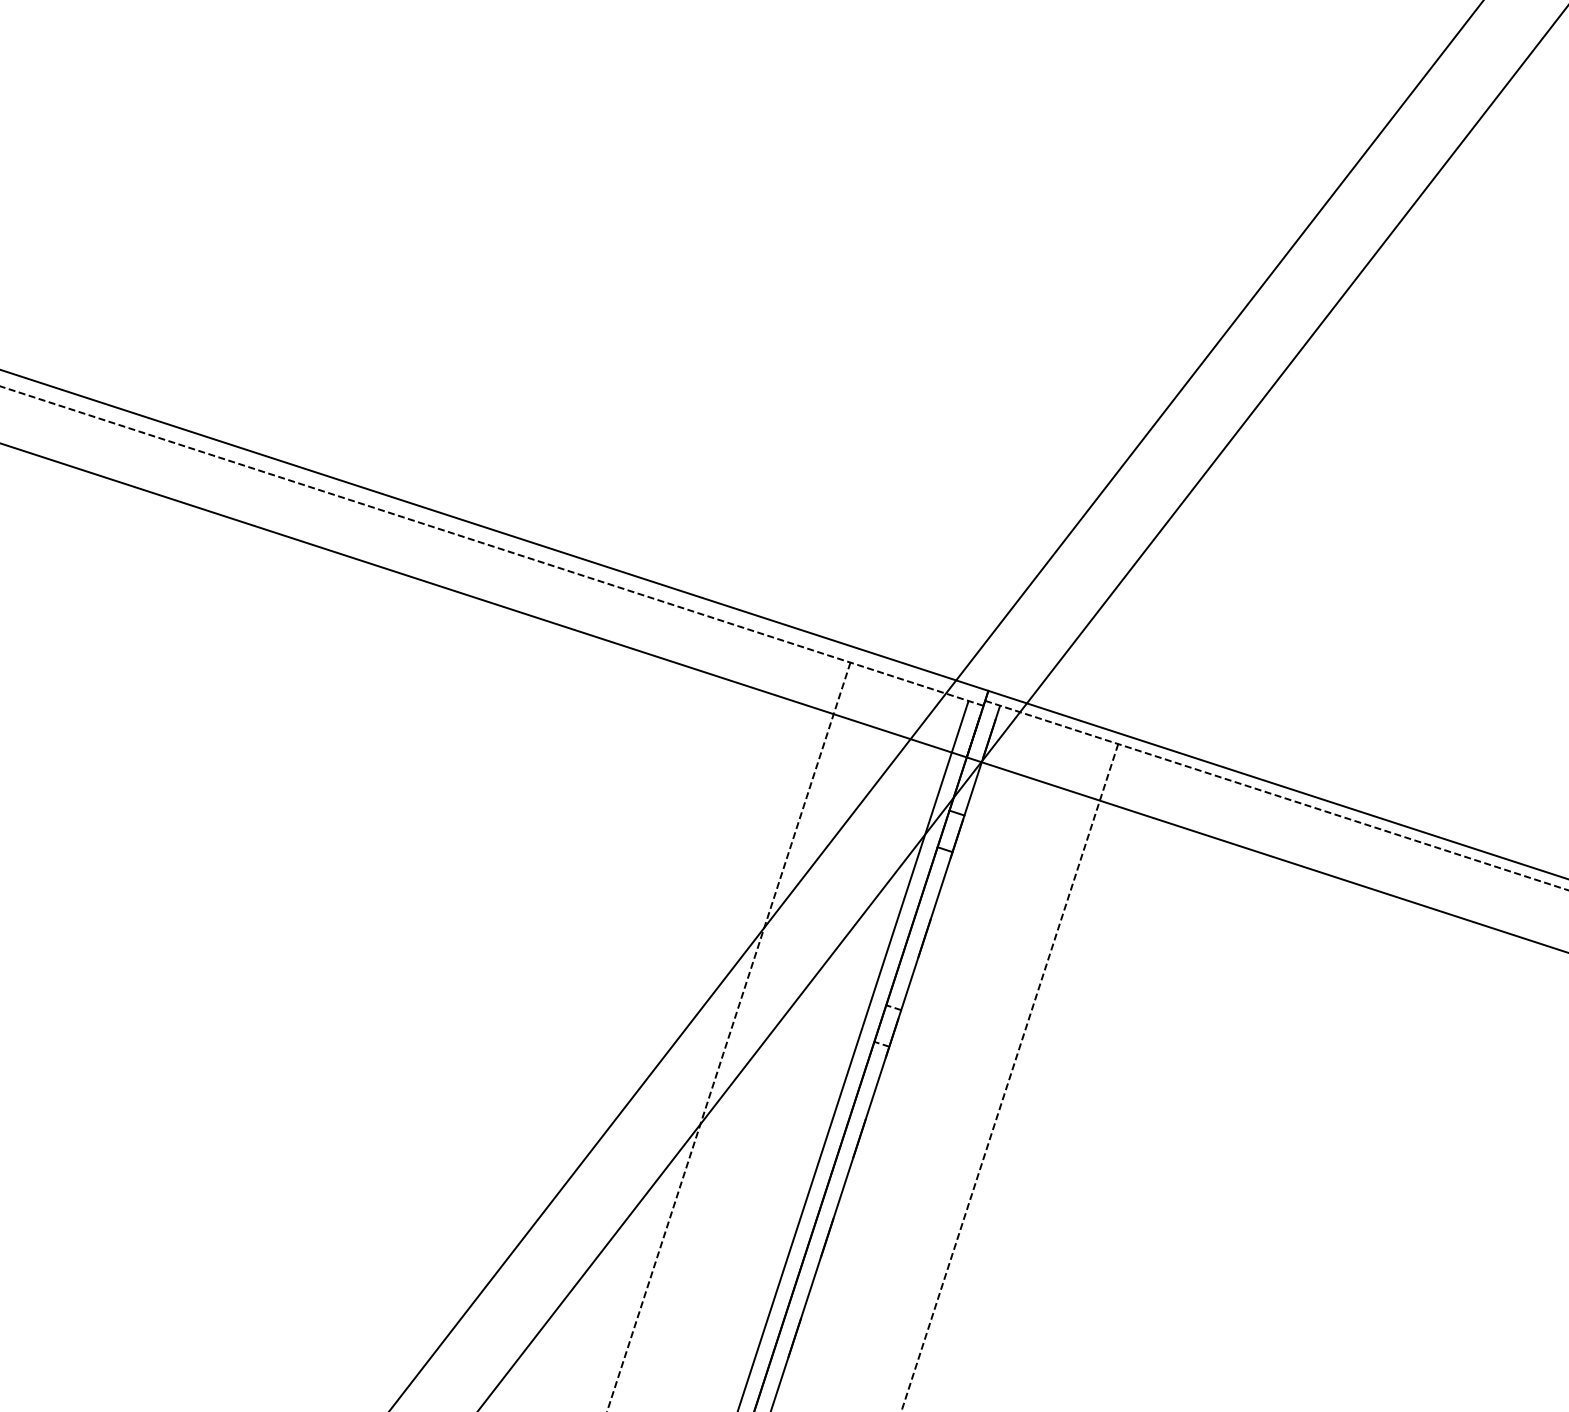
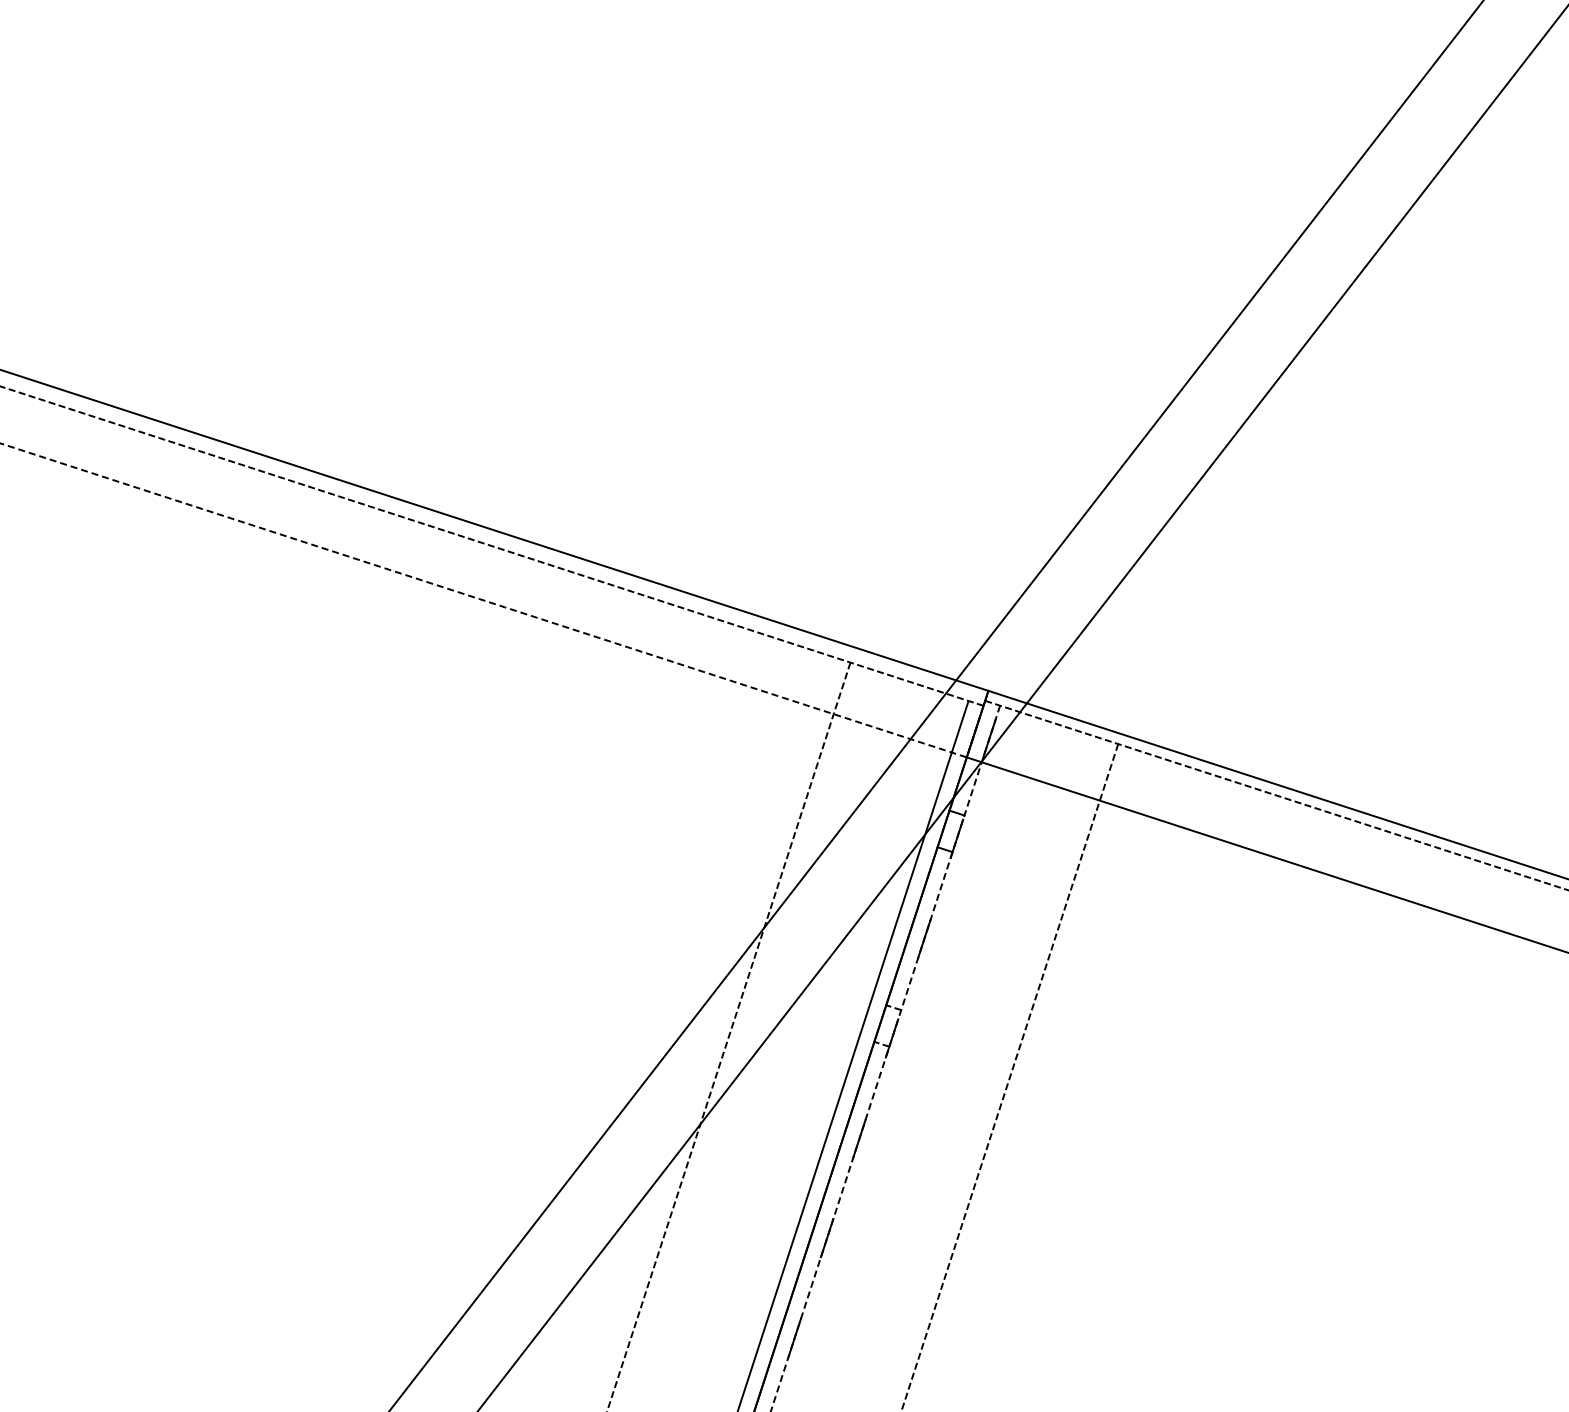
line at (504, 607): solid -> dashed
line at (885, 1058): solid -> dashed
